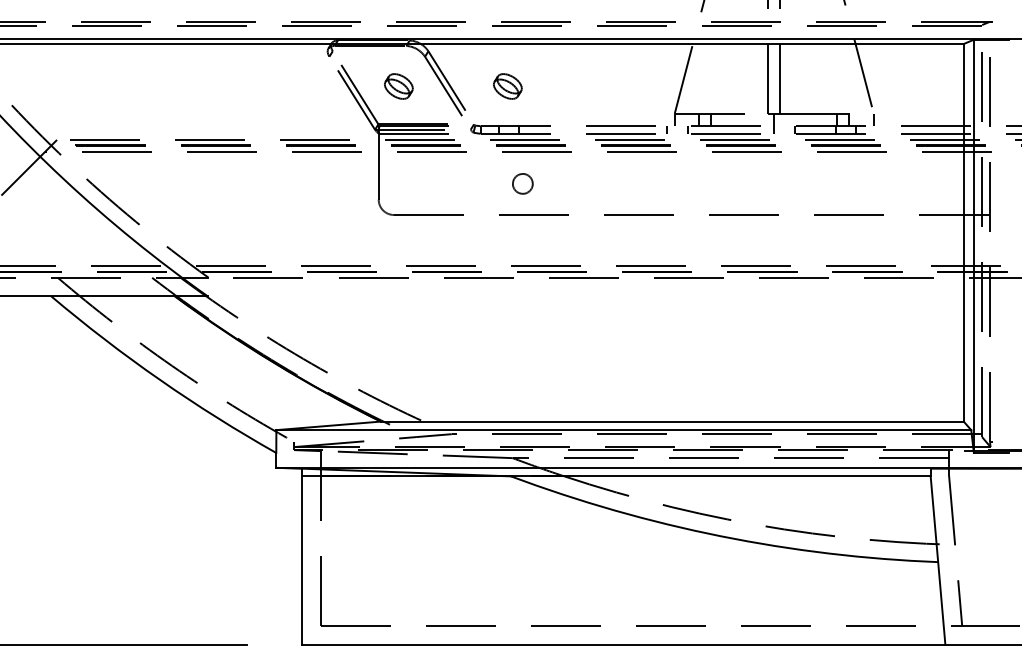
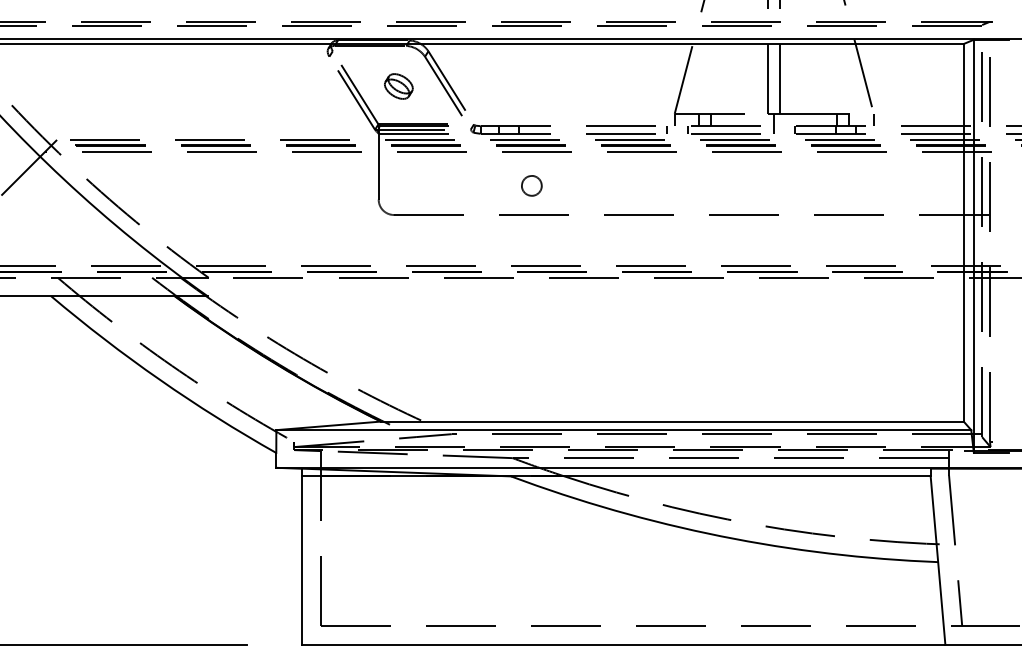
part at (507, 86): present -> none
circle at (522, 183) position: (522, 183) -> (531, 185)
